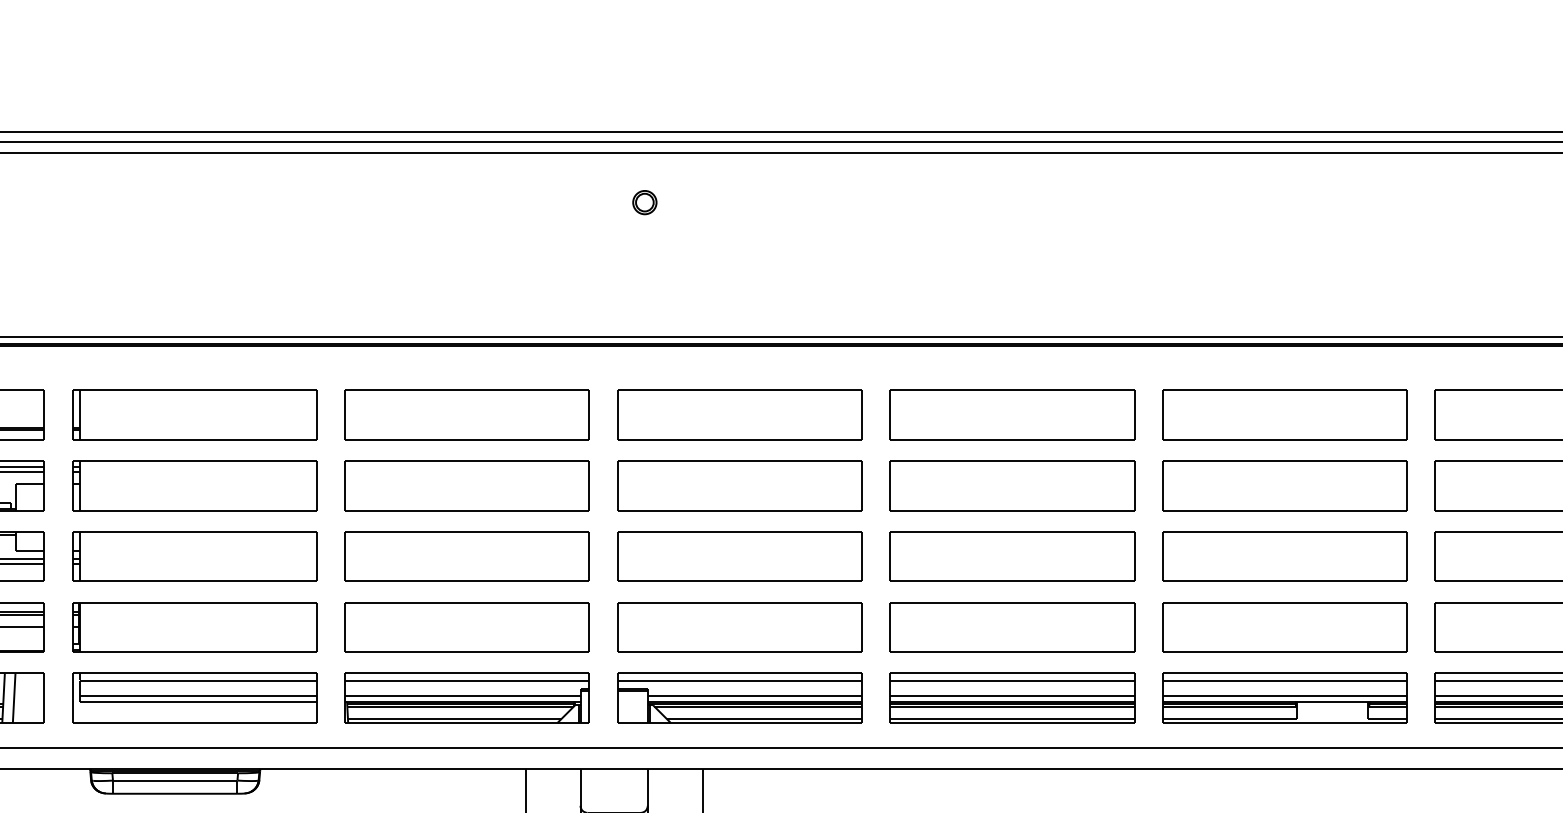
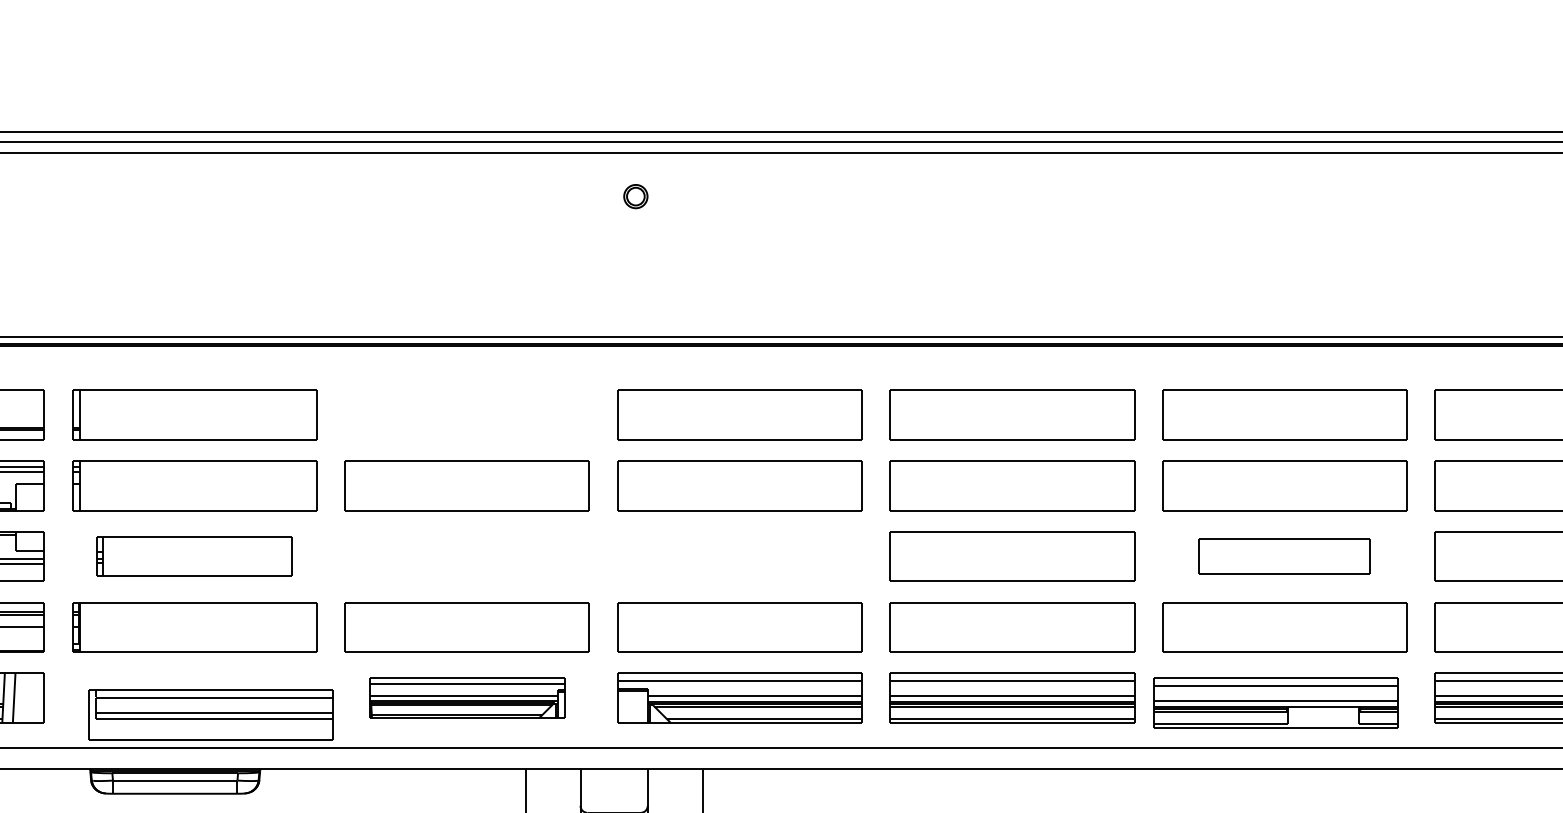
part at (644, 202) position: (644, 202) -> (635, 196)
part at (466, 414): present -> none
part at (194, 556) size: 246x51 px -> 197x41 px
part at (466, 556): present -> none
part at (739, 556): present -> none
part at (1284, 556) size: 246x51 px -> 173x37 px
part at (194, 697) position: (194, 697) -> (210, 714)
part at (466, 697) size: 246x52 px -> 197x42 px
part at (1284, 697) position: (1284, 697) -> (1275, 702)
